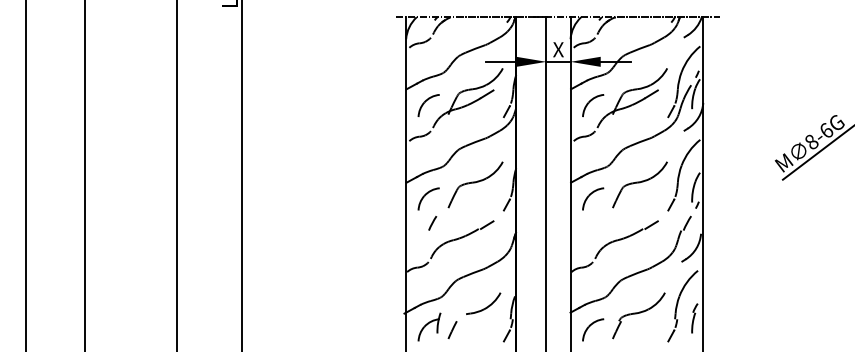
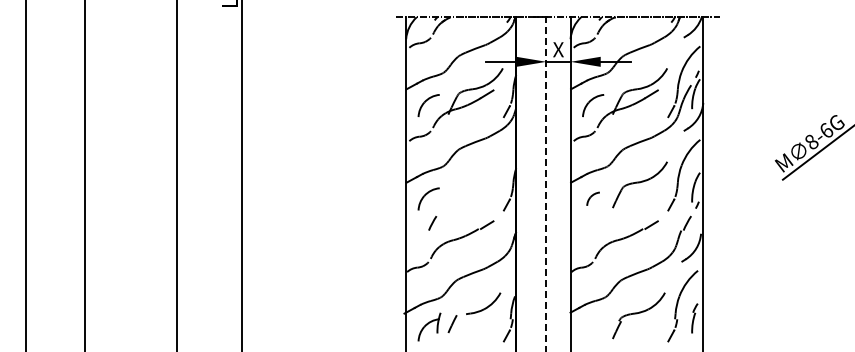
line at (546, 183): solid -> dashed
part at (475, 184): present -> none
part at (593, 198) size: 23x24 px -> 14x15 px
part at (593, 329): present -> none
line at (452, 330) position: (452, 330) -> (452, 324)
